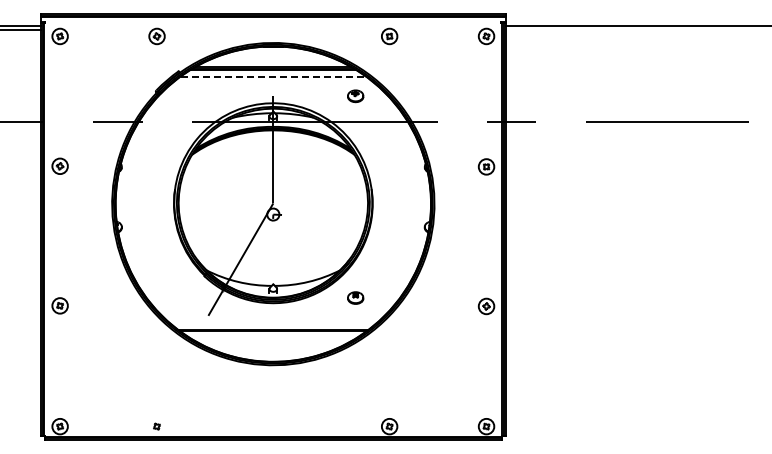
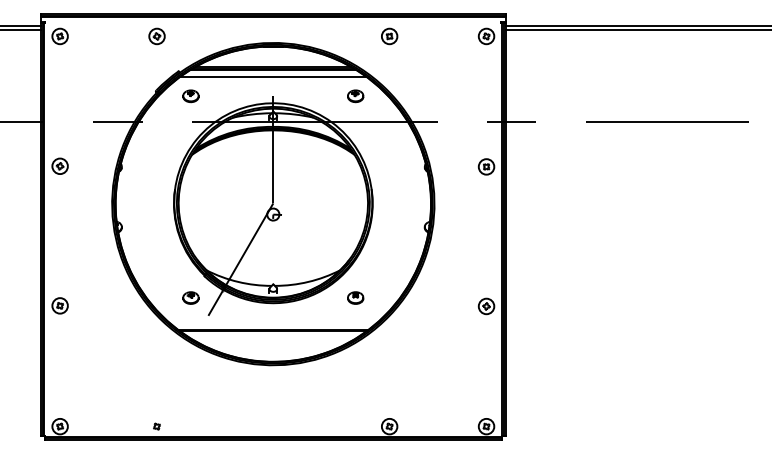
line at (636, 29): none -> present
line at (273, 76): dashed -> solid
part at (190, 96): none -> present
part at (190, 297): none -> present
